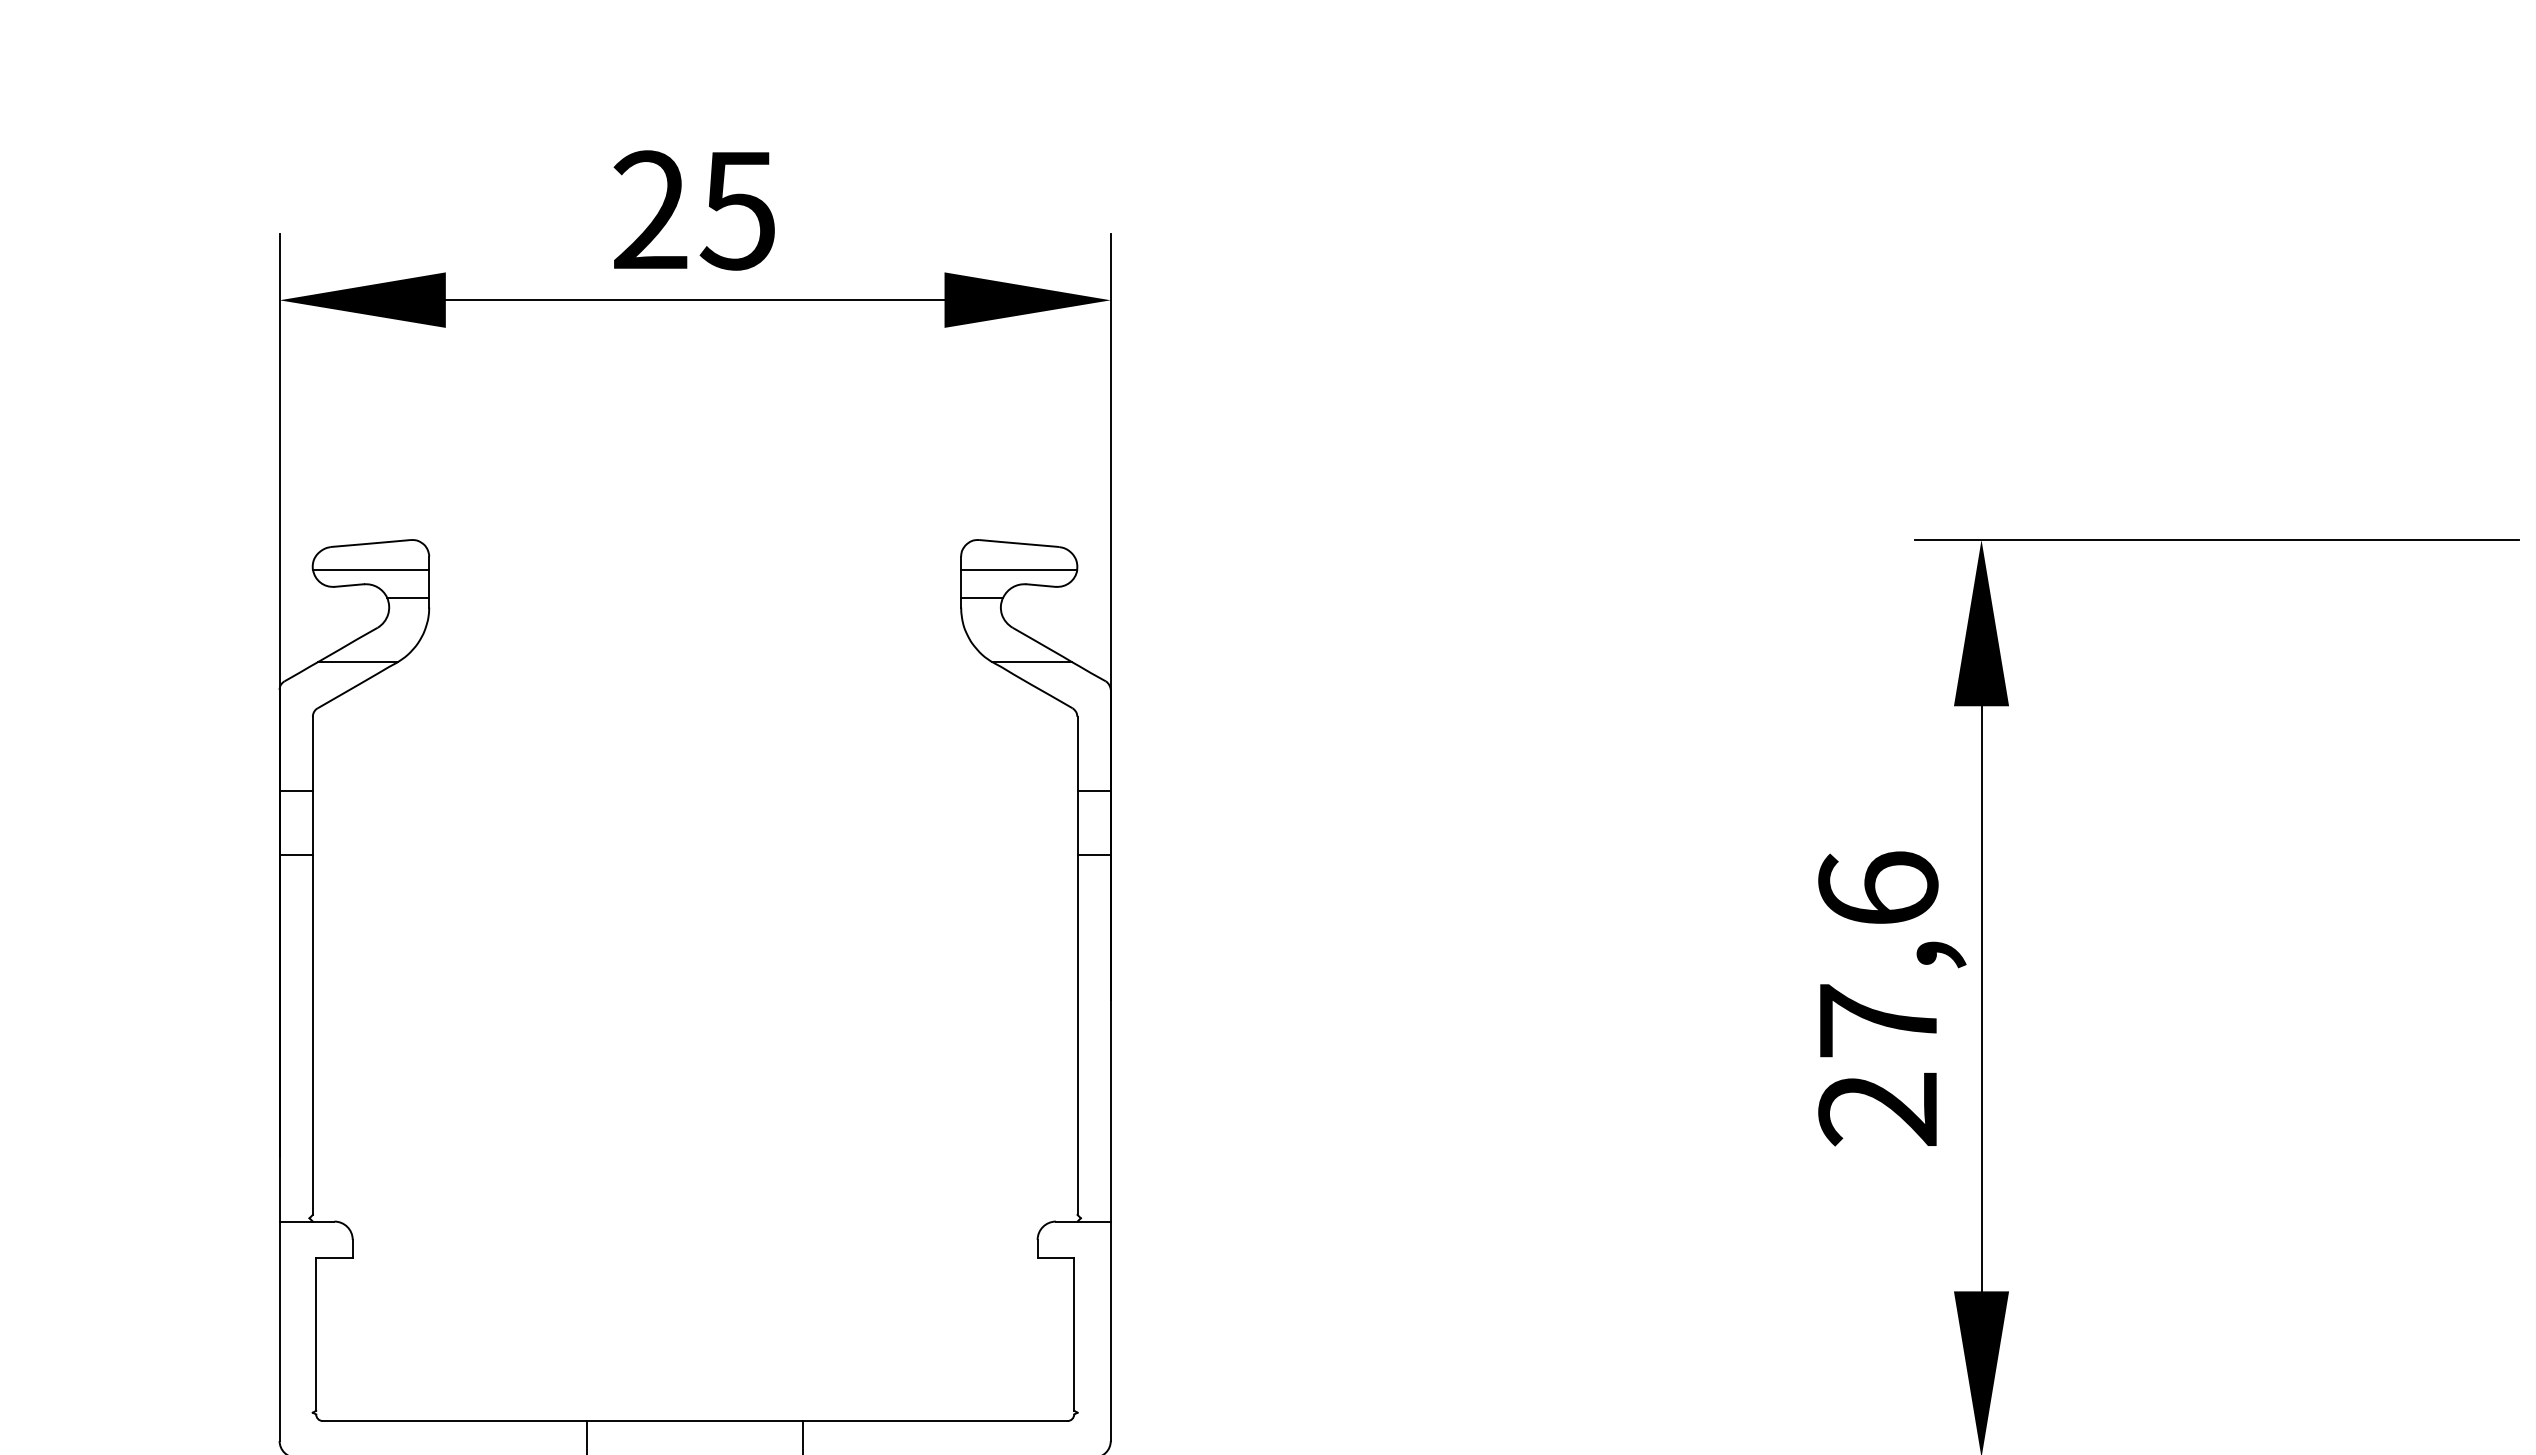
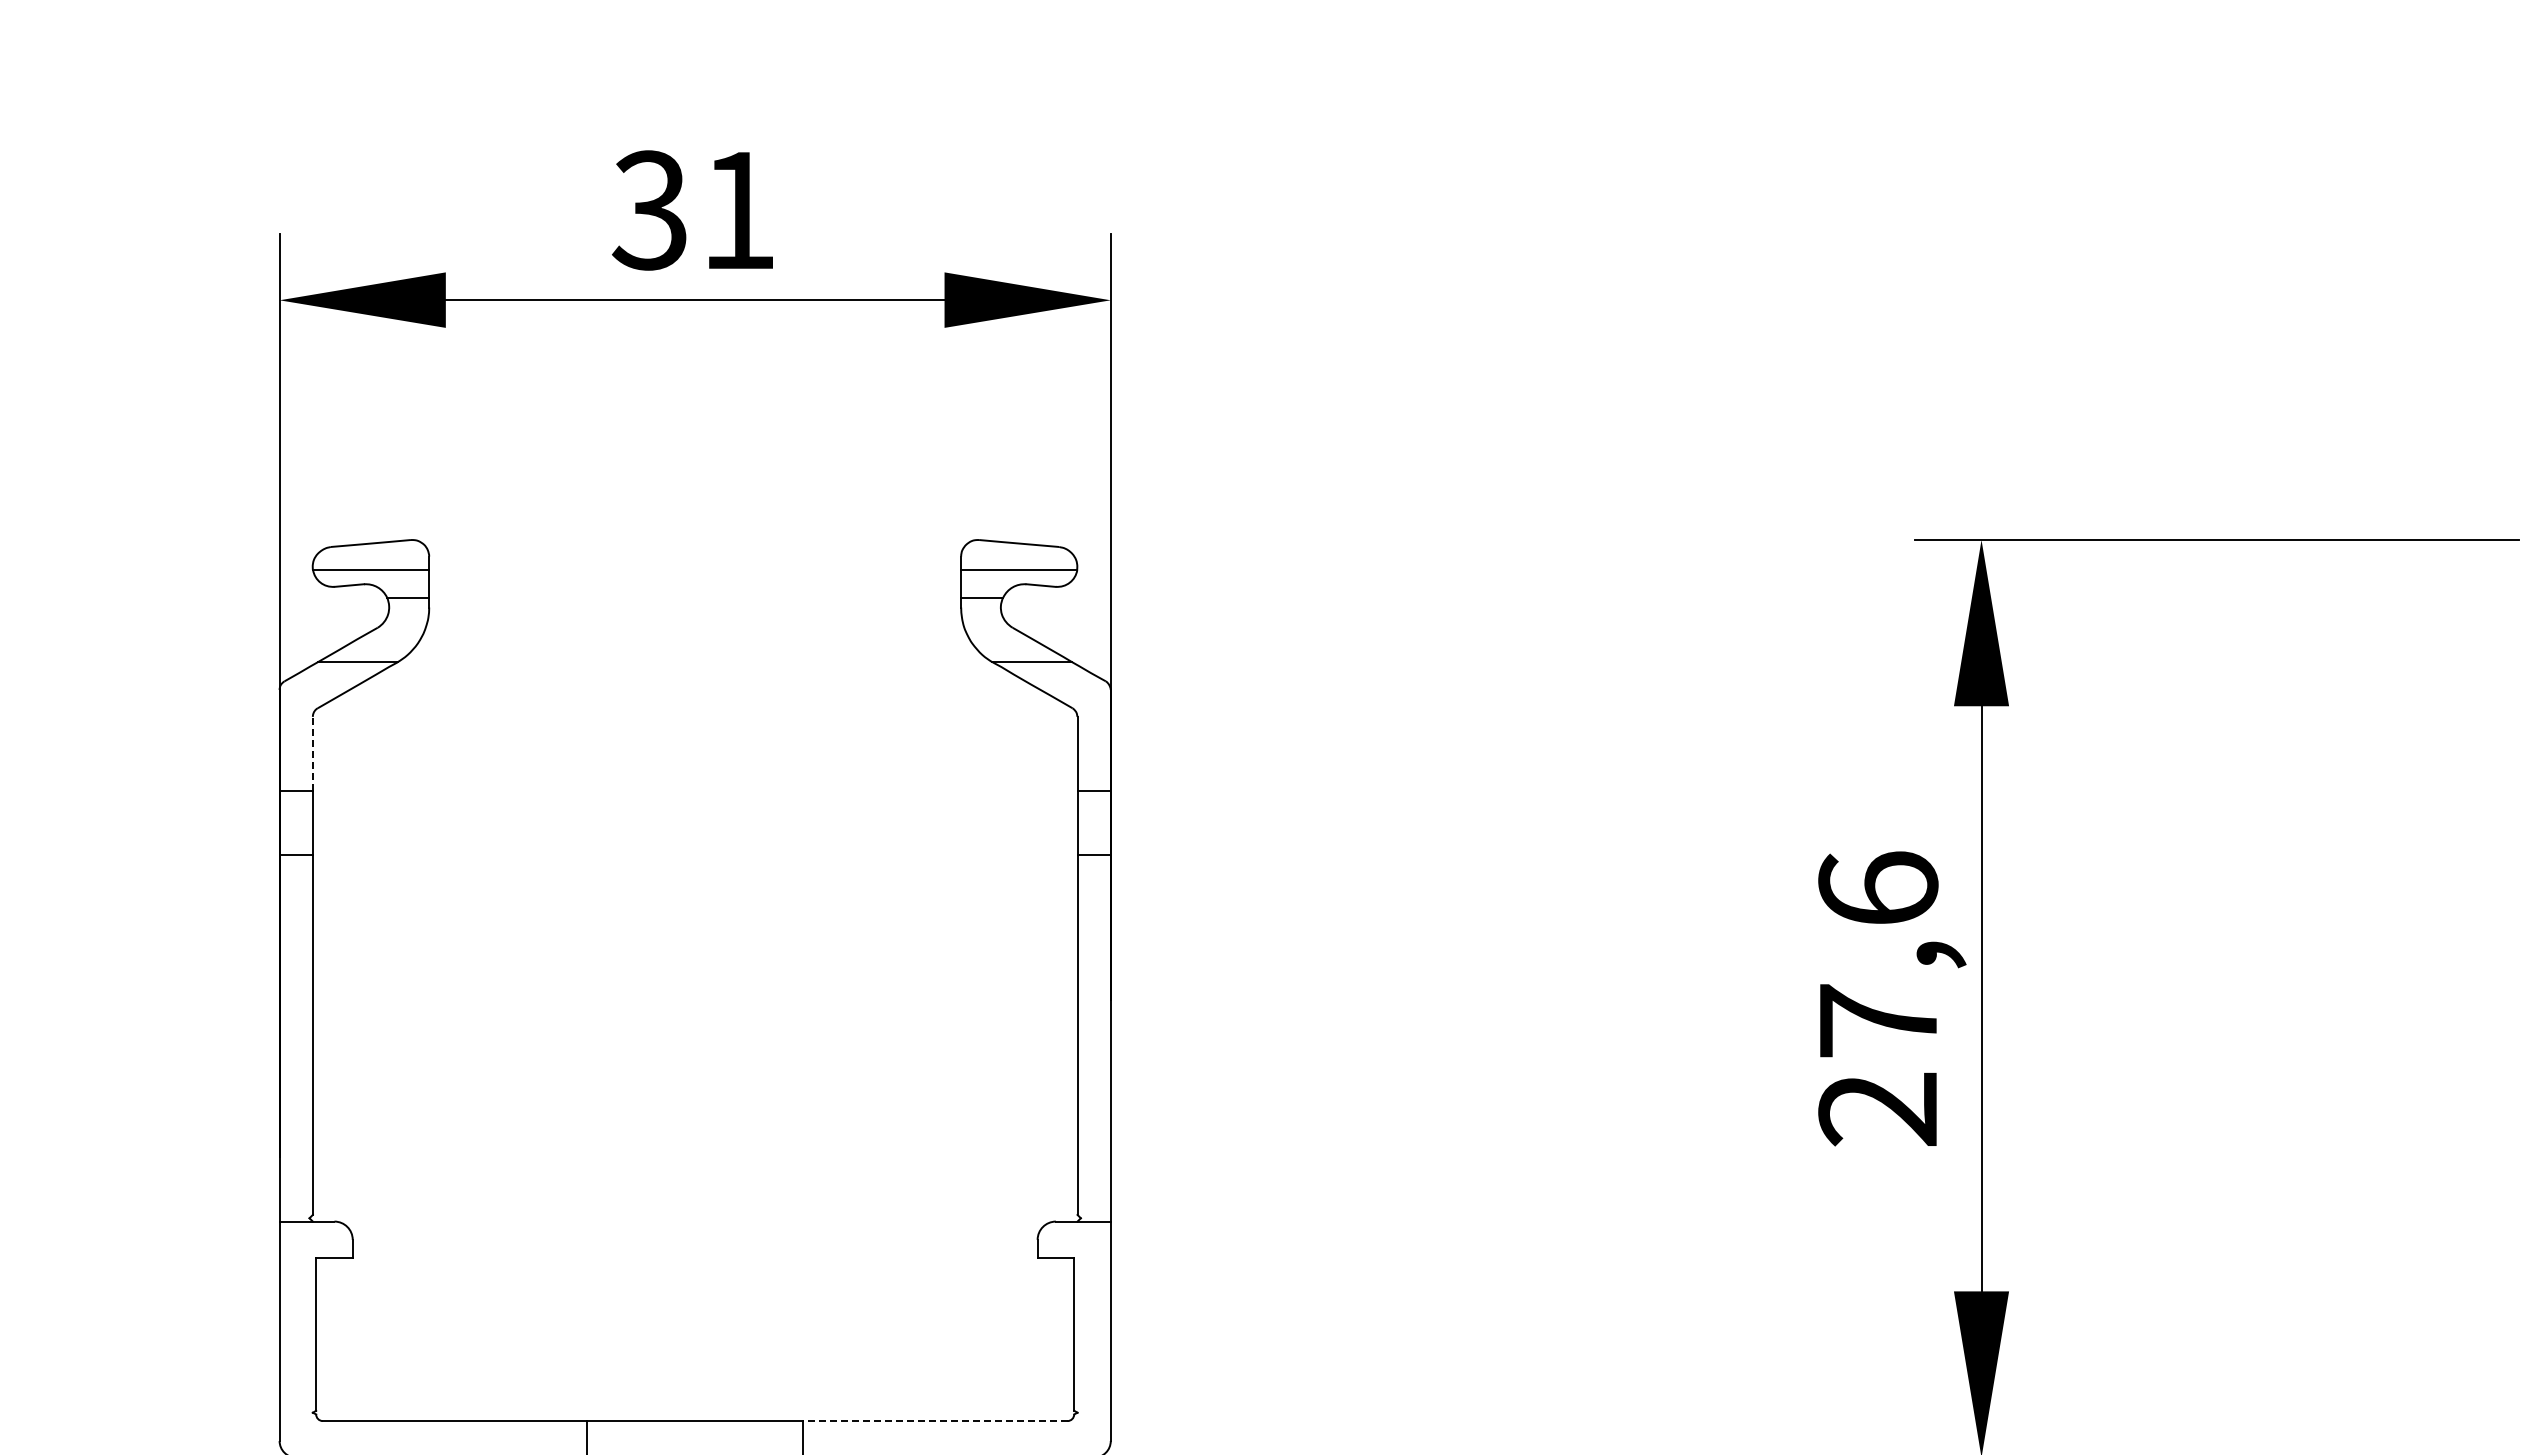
text at (692, 210): 25 -> 31
line at (312, 753): solid -> dashed
line at (934, 1421): solid -> dashed
